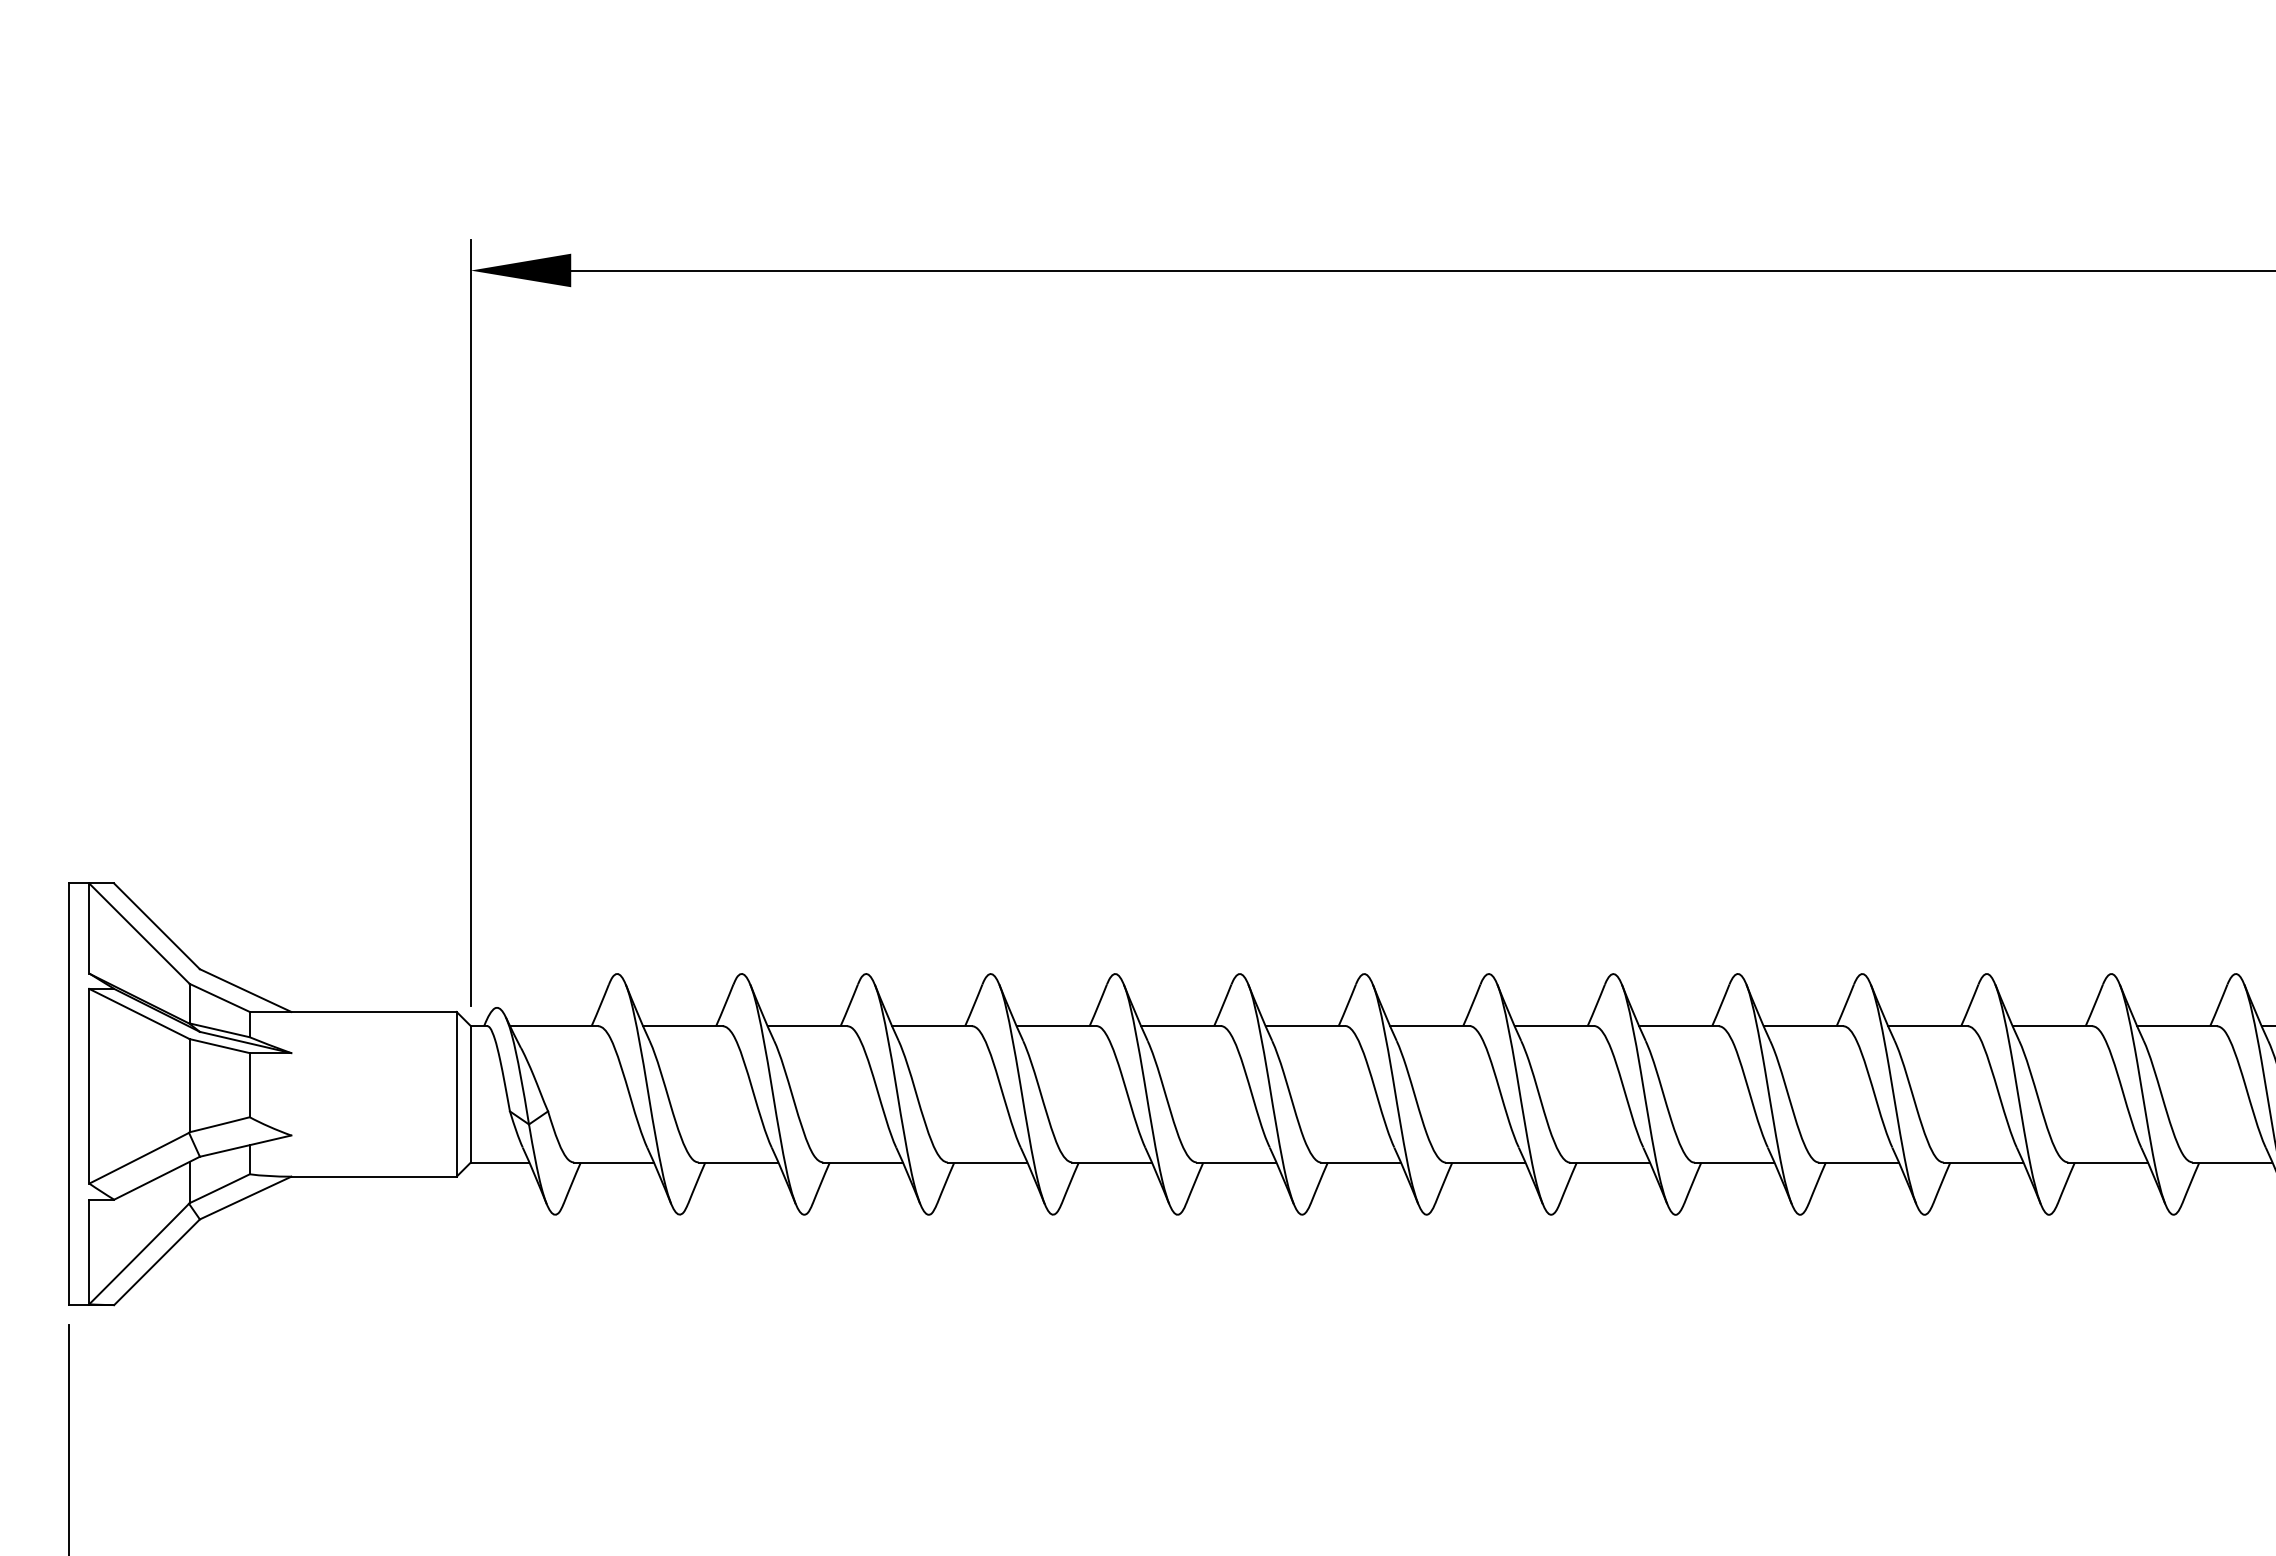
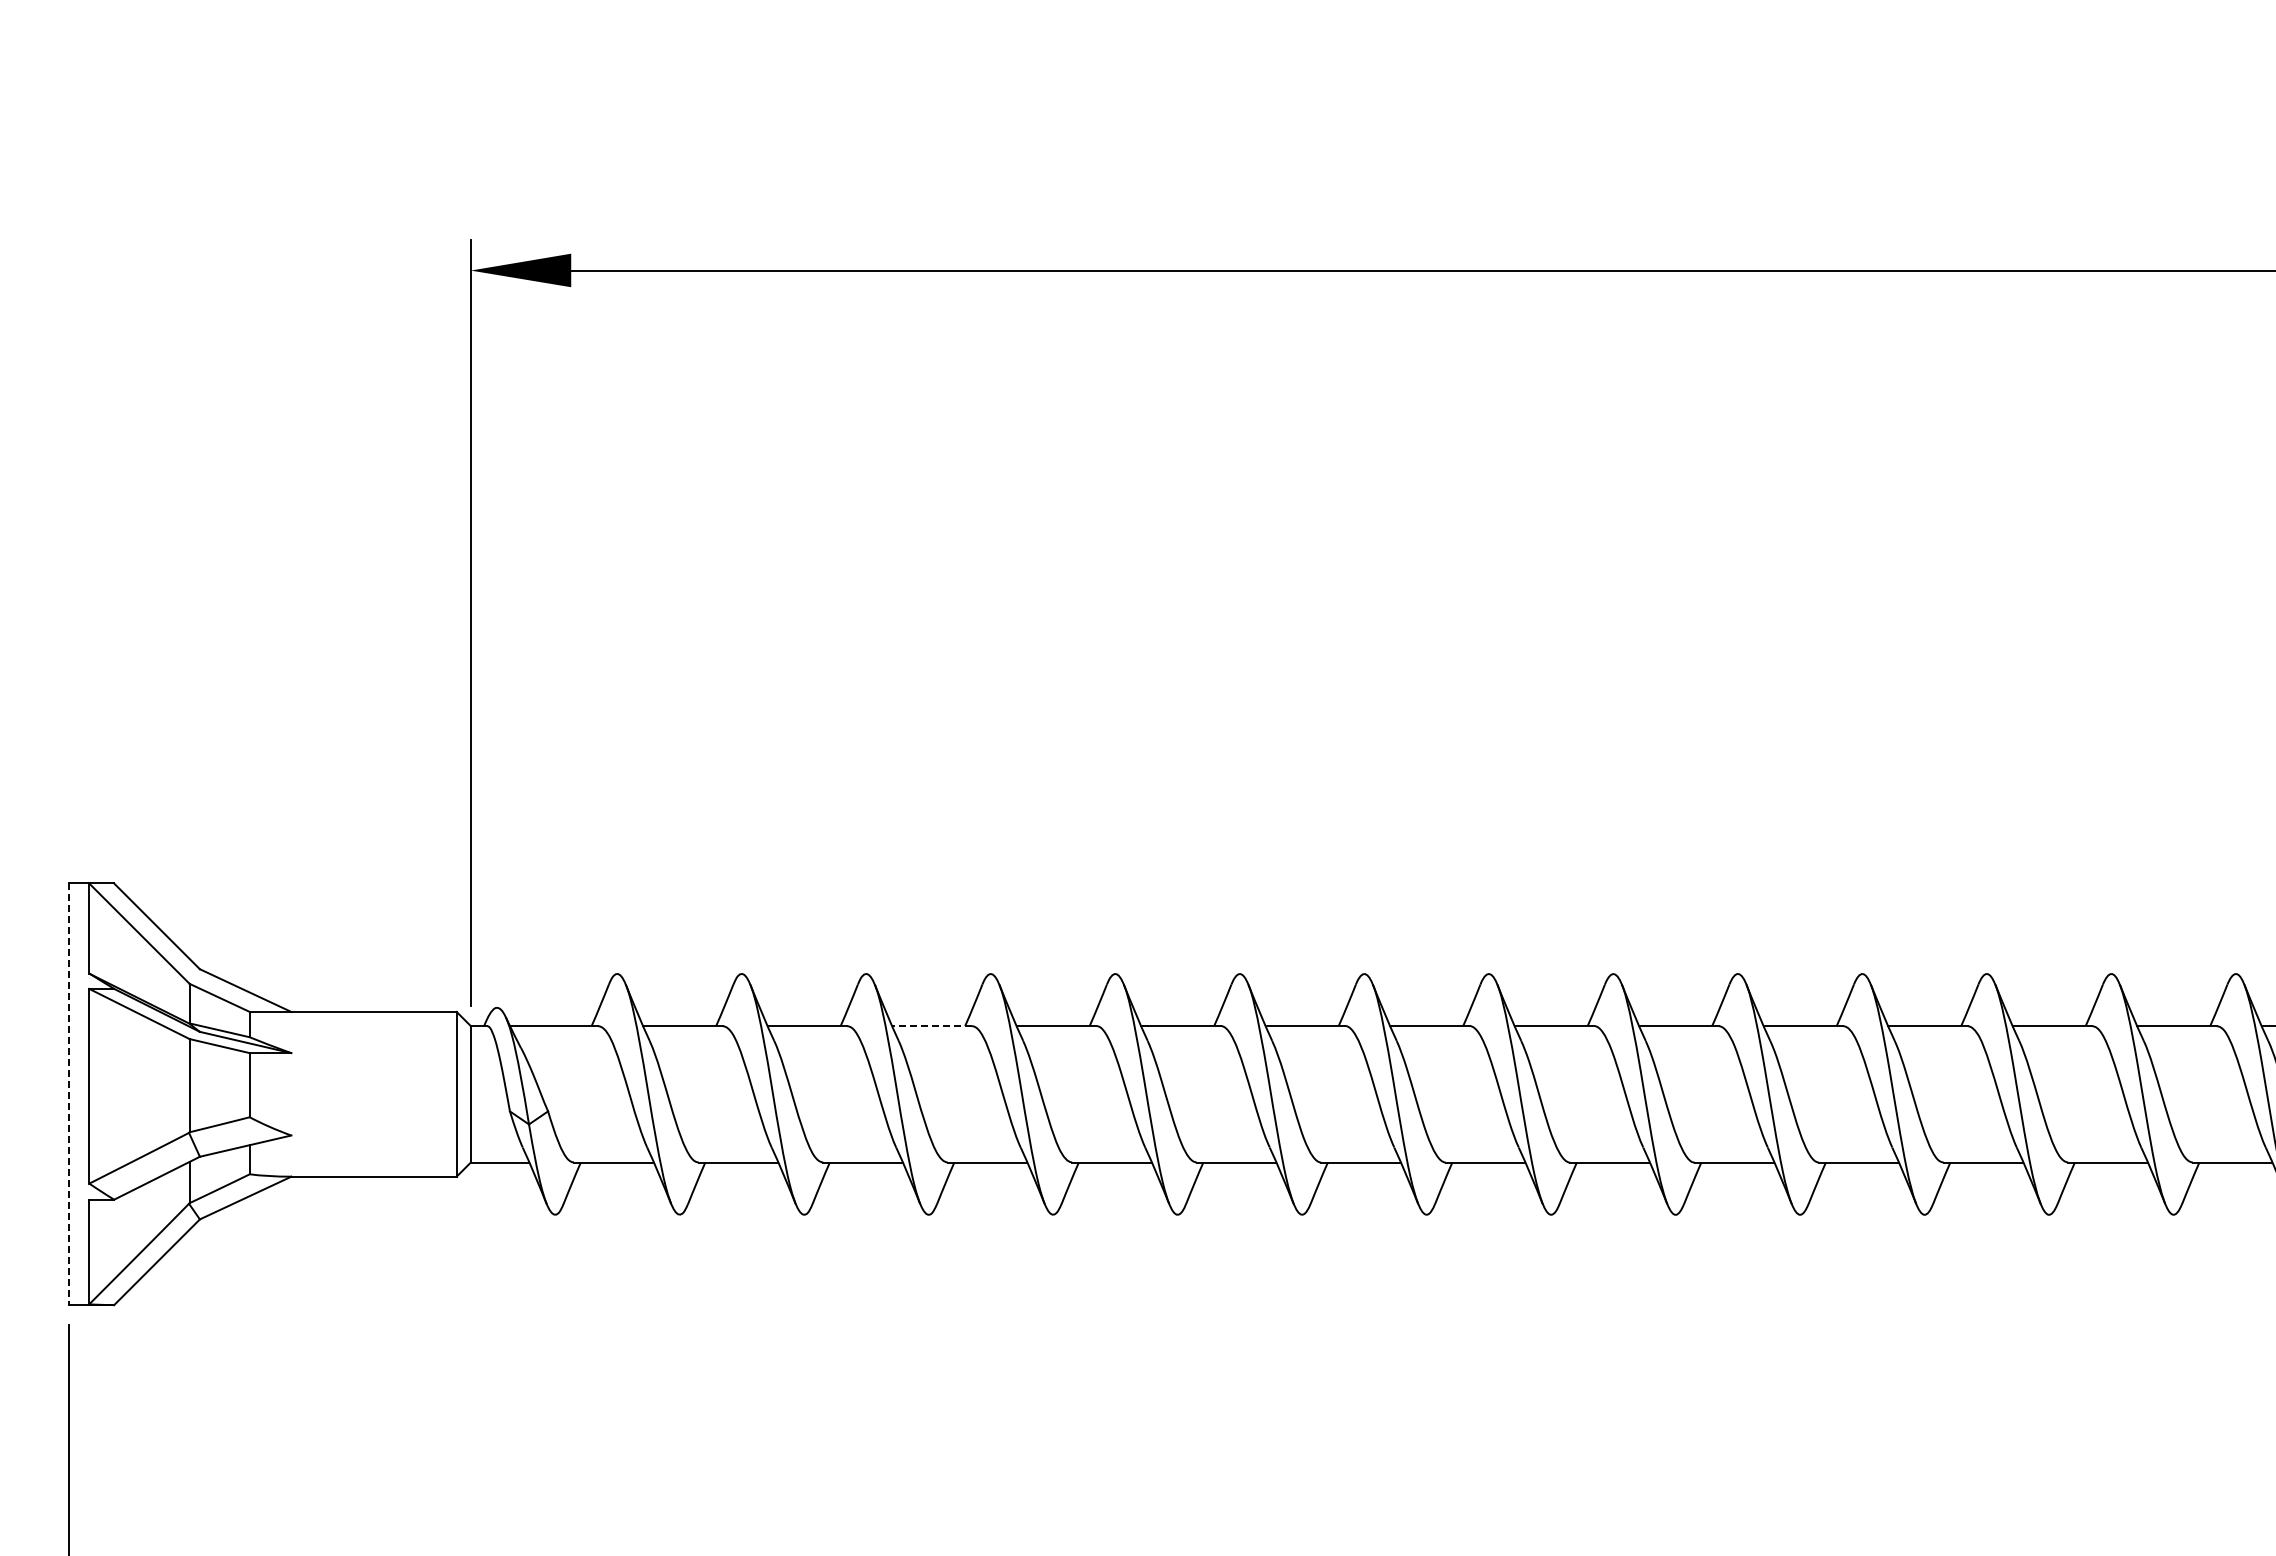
line at (931, 1026): solid -> dashed
line at (69, 1094): solid -> dashed
